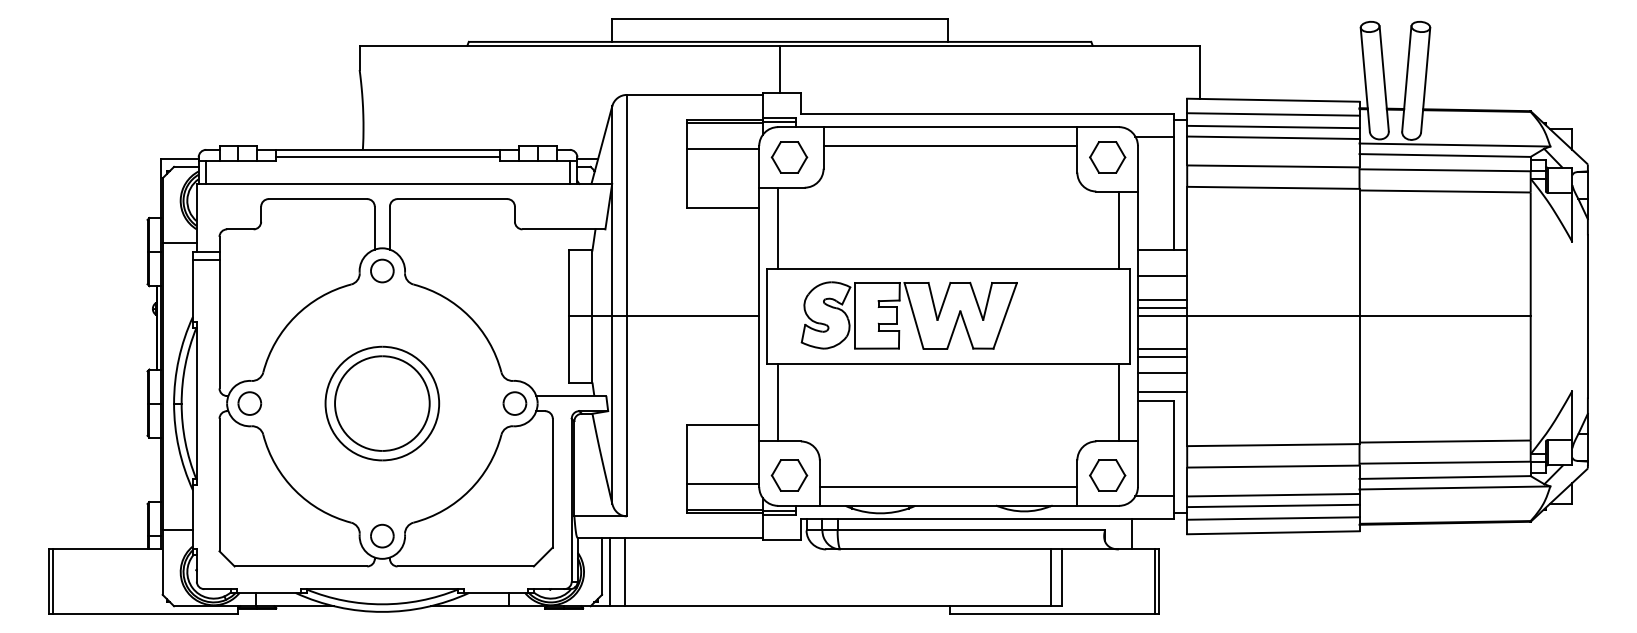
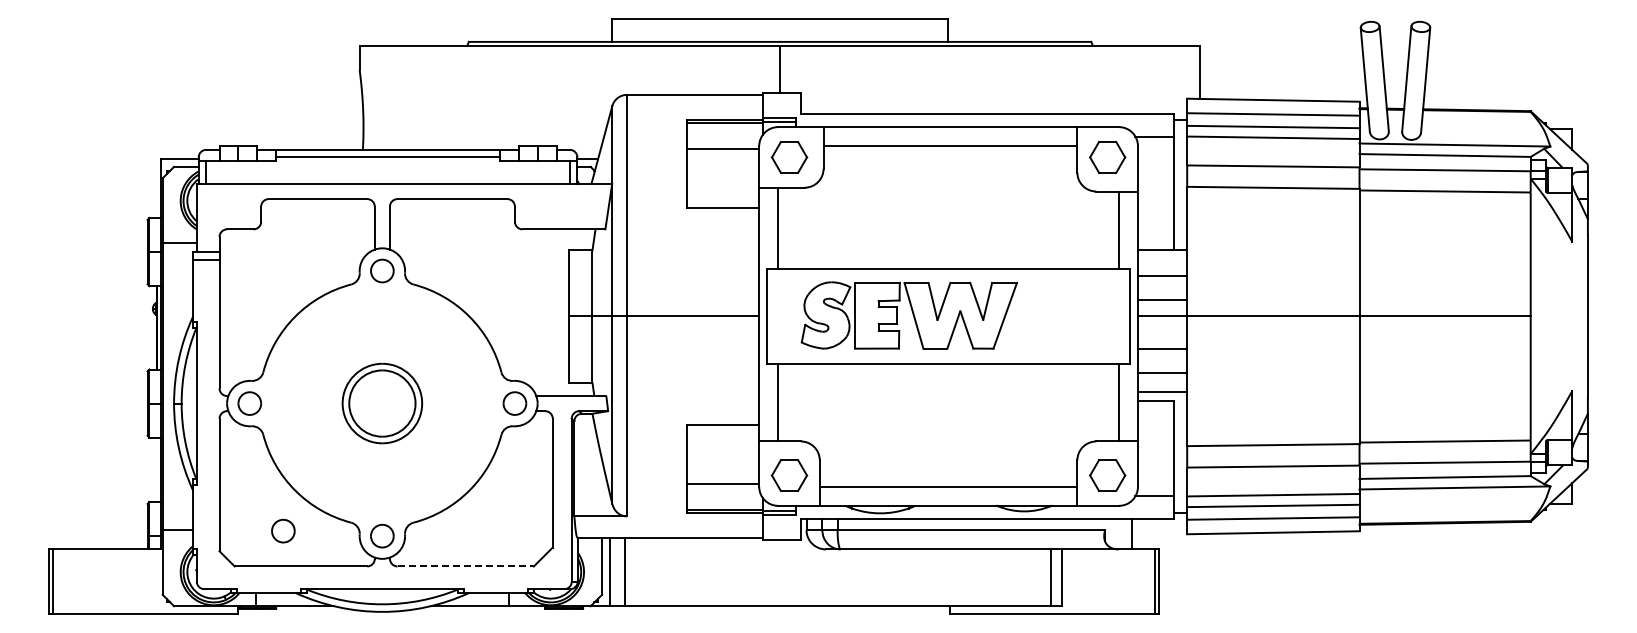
line at (1162, 308): present -> none
line at (1162, 356): present -> none
part at (382, 403) size: 117x117 px -> 83x83 px
part at (283, 530): none -> present
line at (466, 566): solid -> dashed
